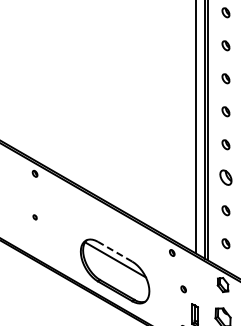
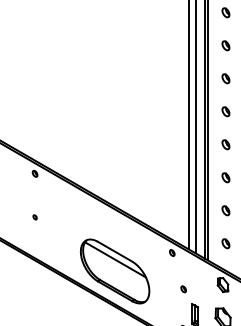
line at (188, 125): none -> present
part at (225, 177) size: 14x17 px -> 10x12 px
line at (115, 251): dashed -> solid
